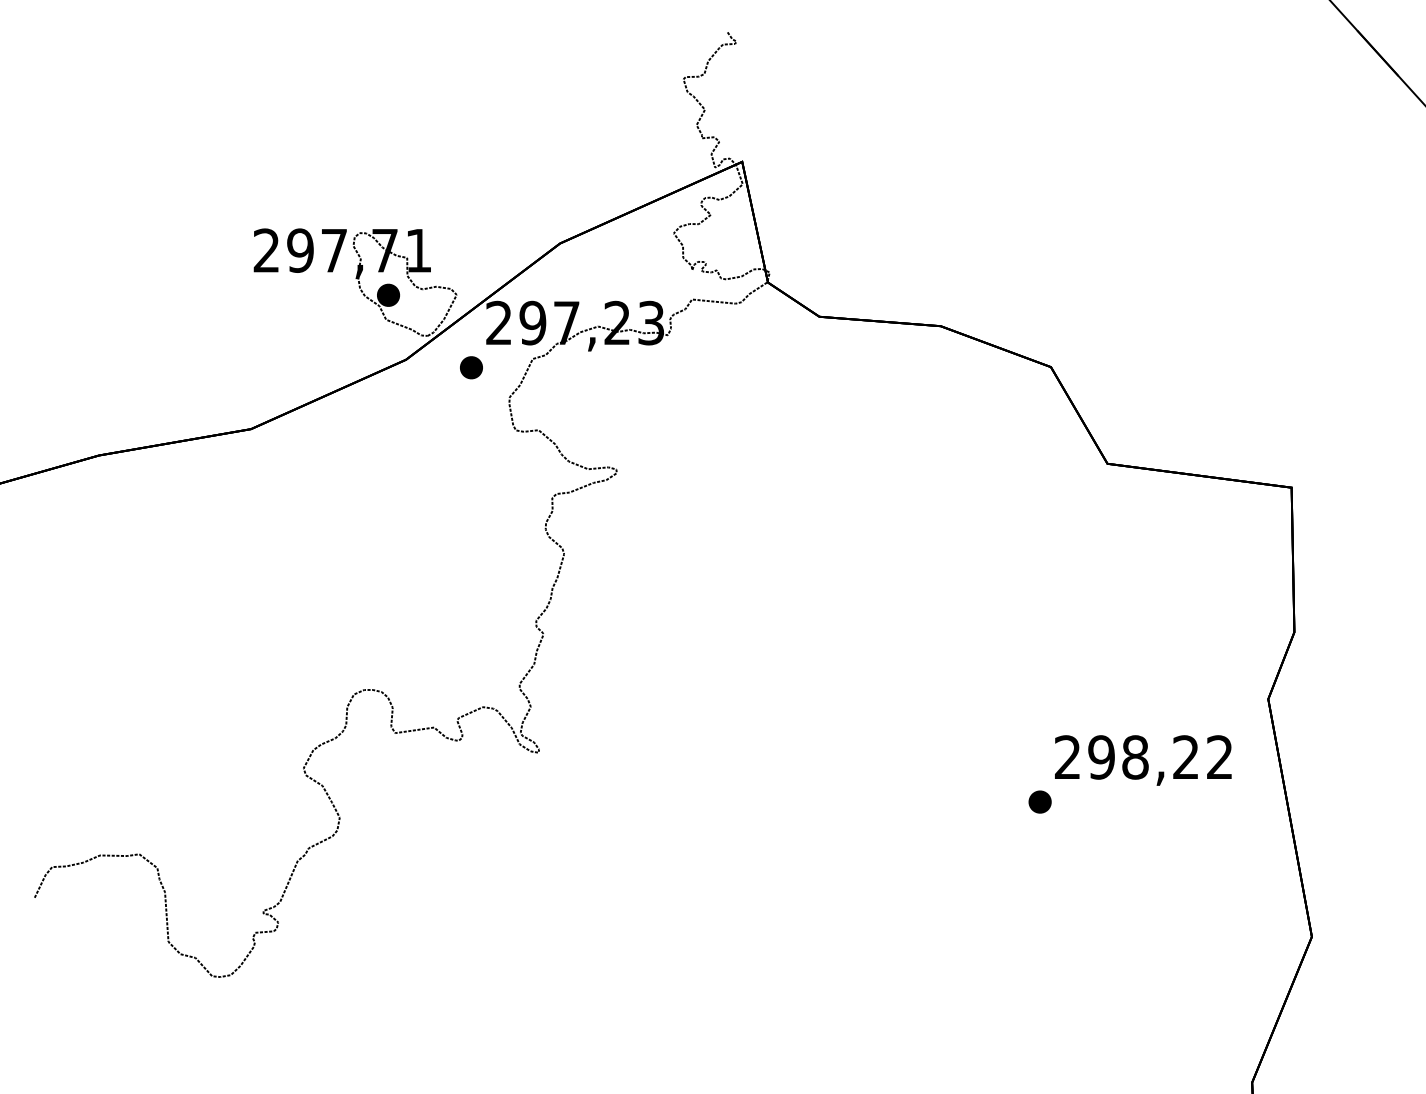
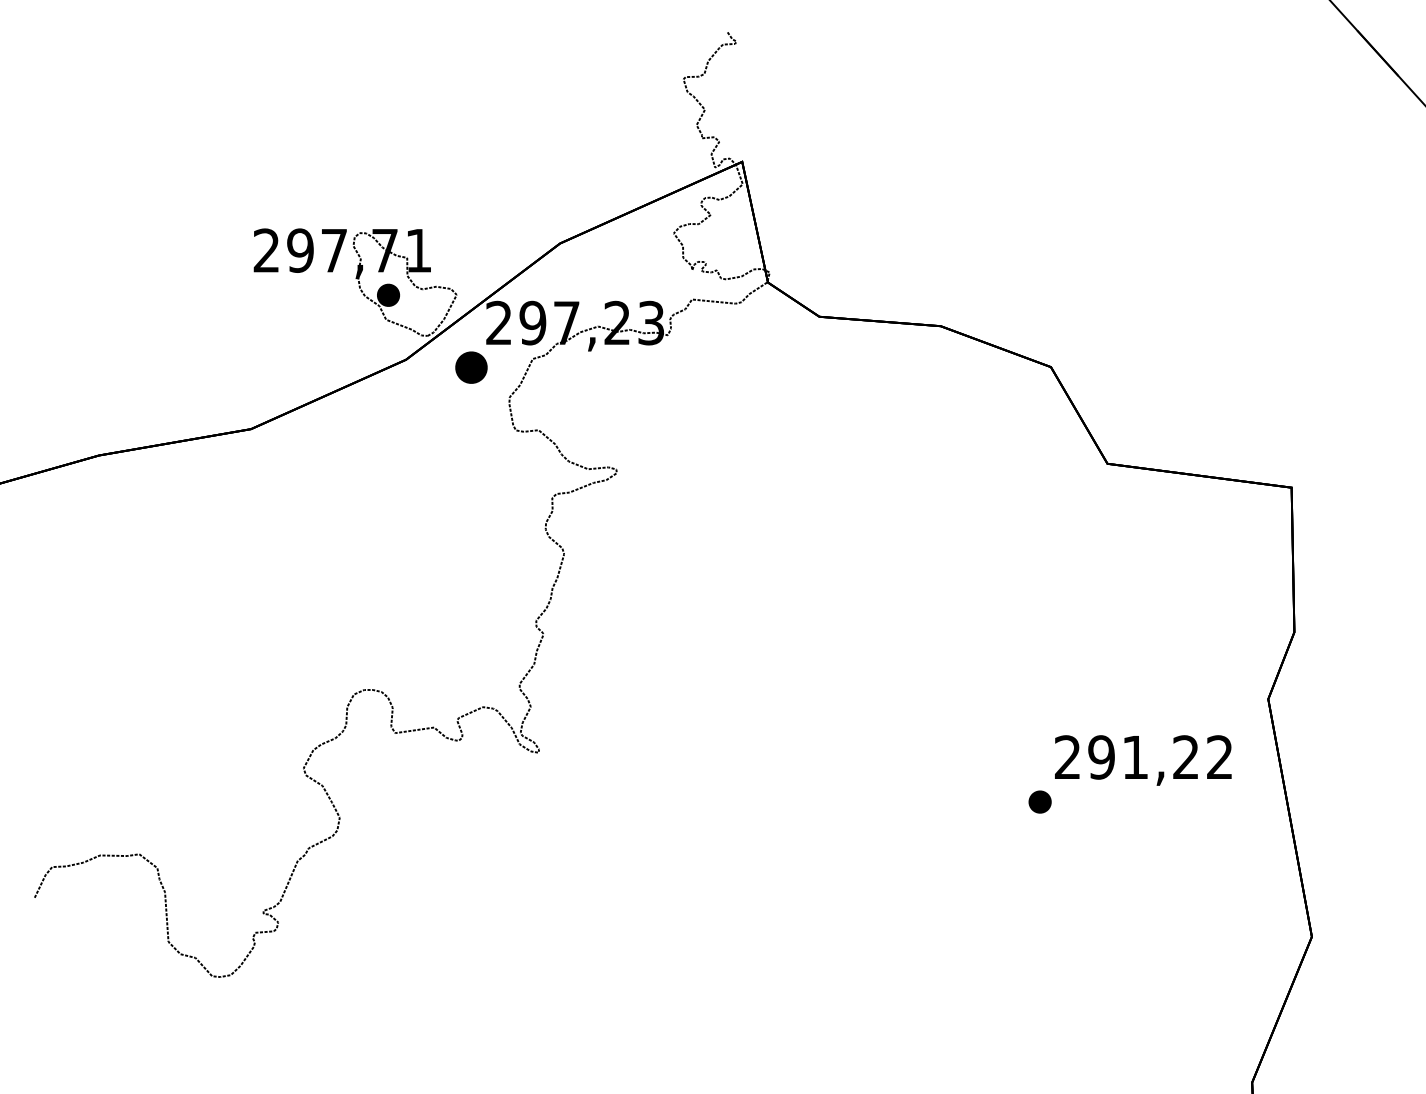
part at (471, 367) size: 23x24 px -> 33x33 px
text at (1135, 757): 298,22 -> 291,22
